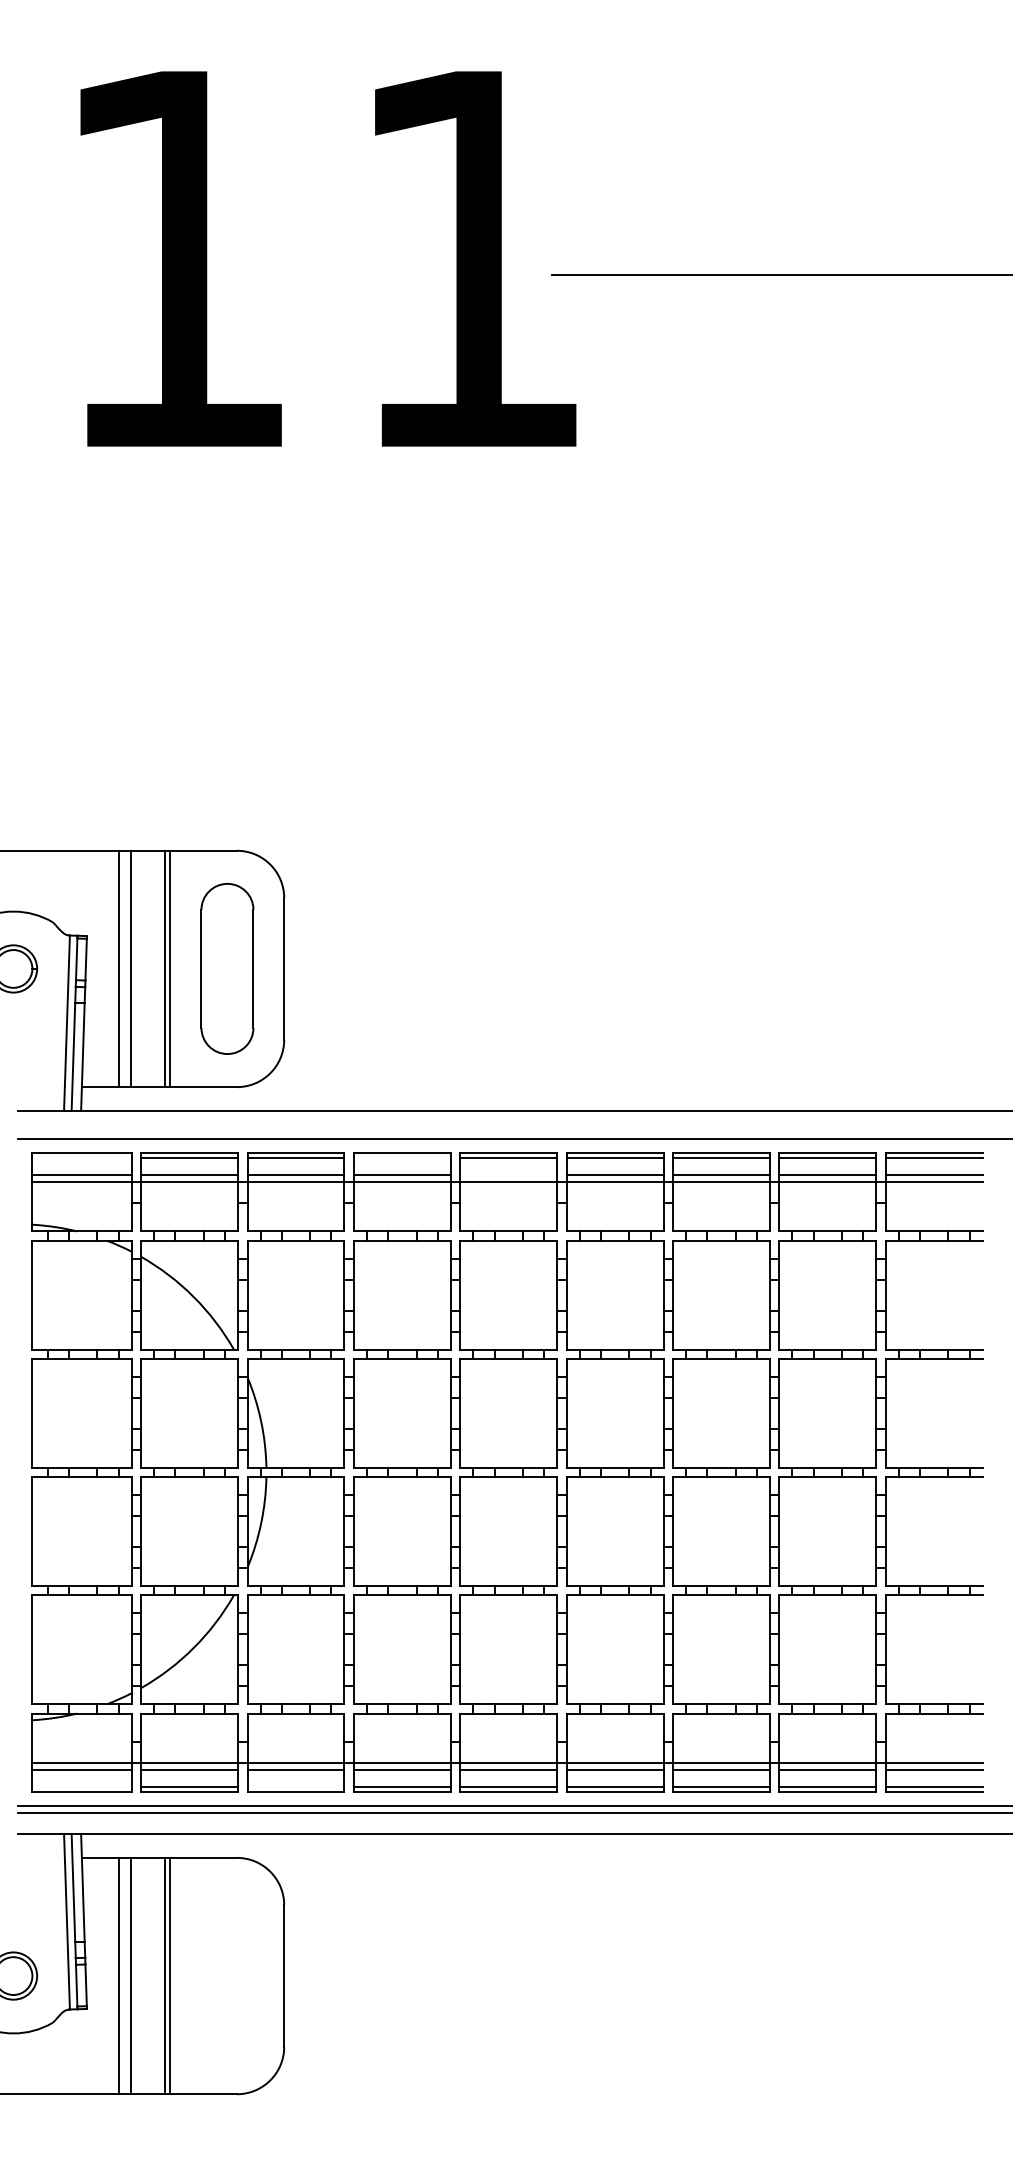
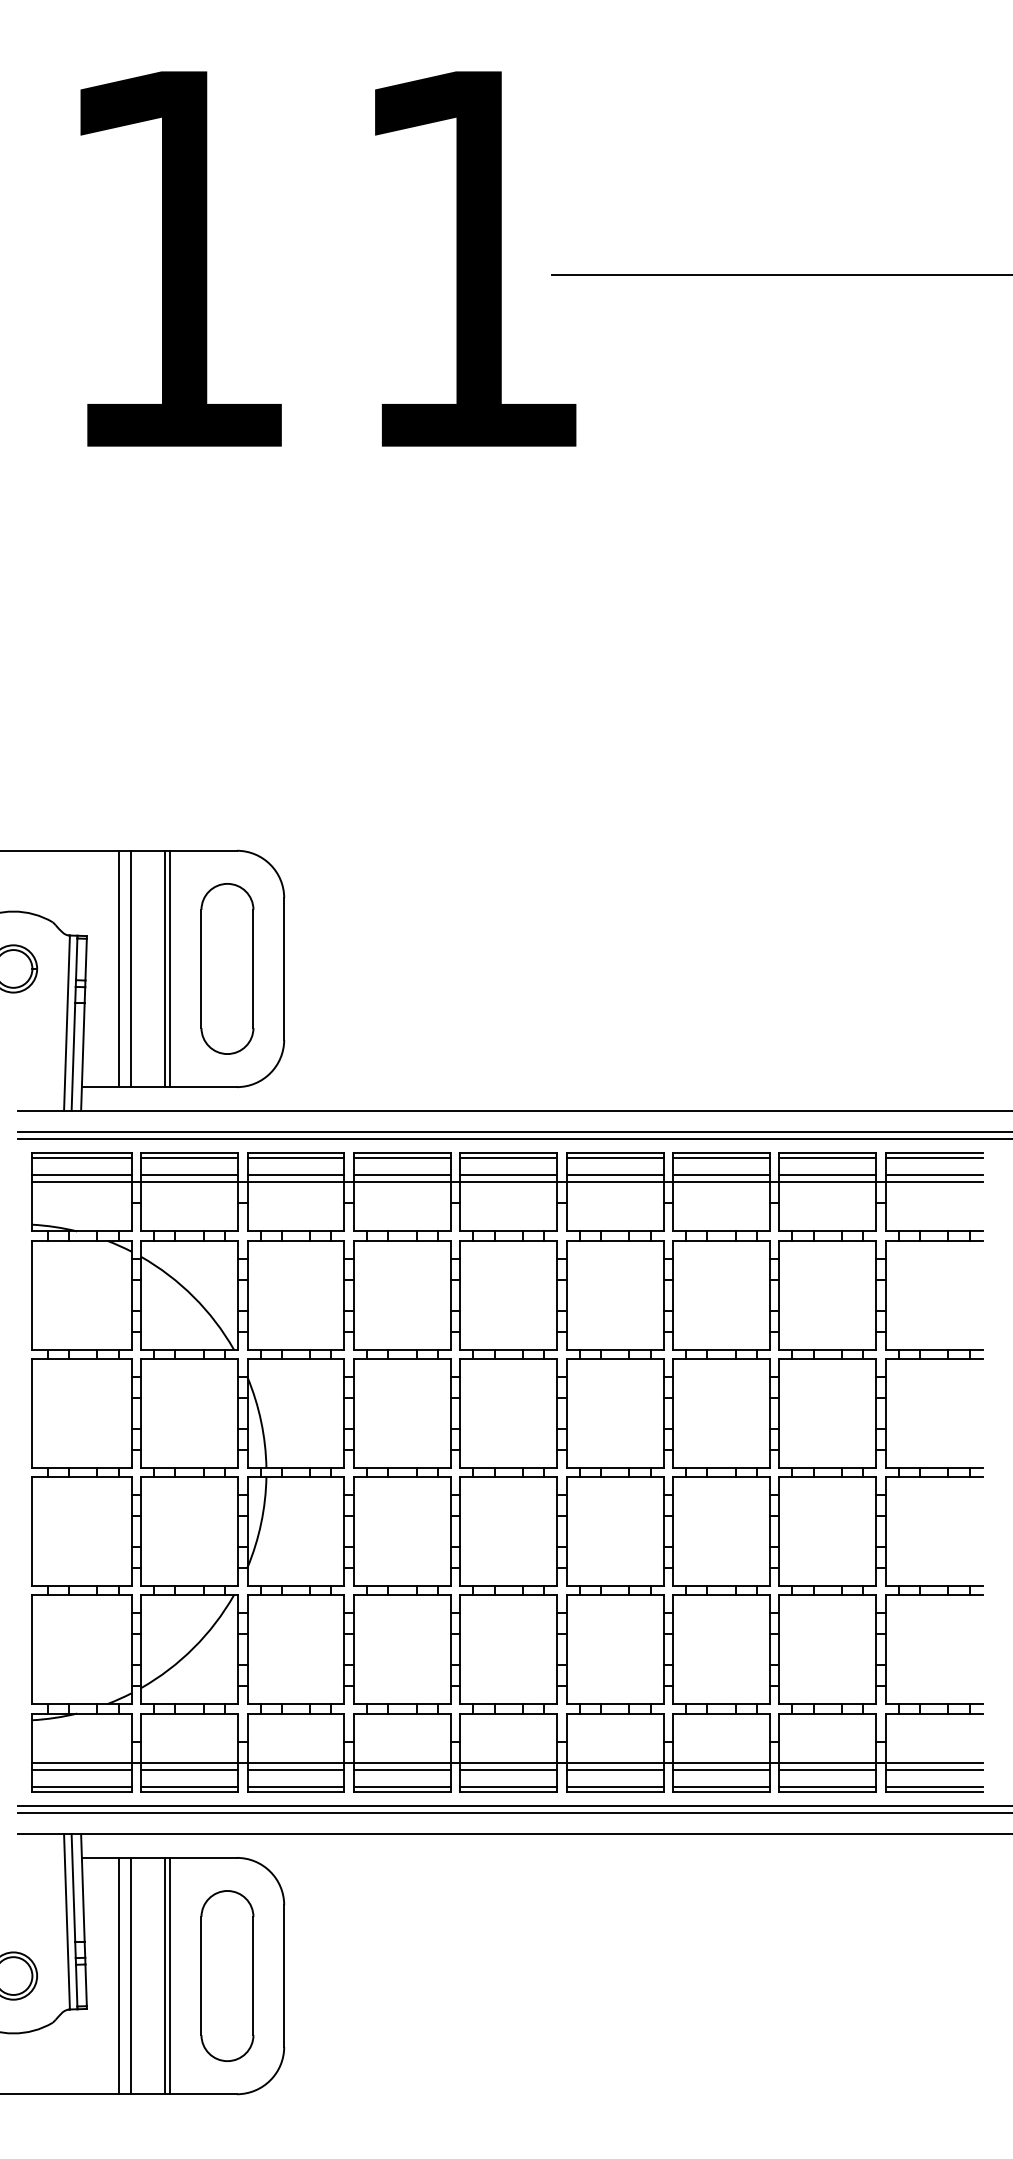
line at (513, 1132): none -> present
line at (81, 1157): none -> present
line at (401, 1157): none -> present
line at (508, 1174): none -> present
line at (81, 1787): none -> present
line at (295, 1787): none -> present
part at (227, 1975): none -> present
